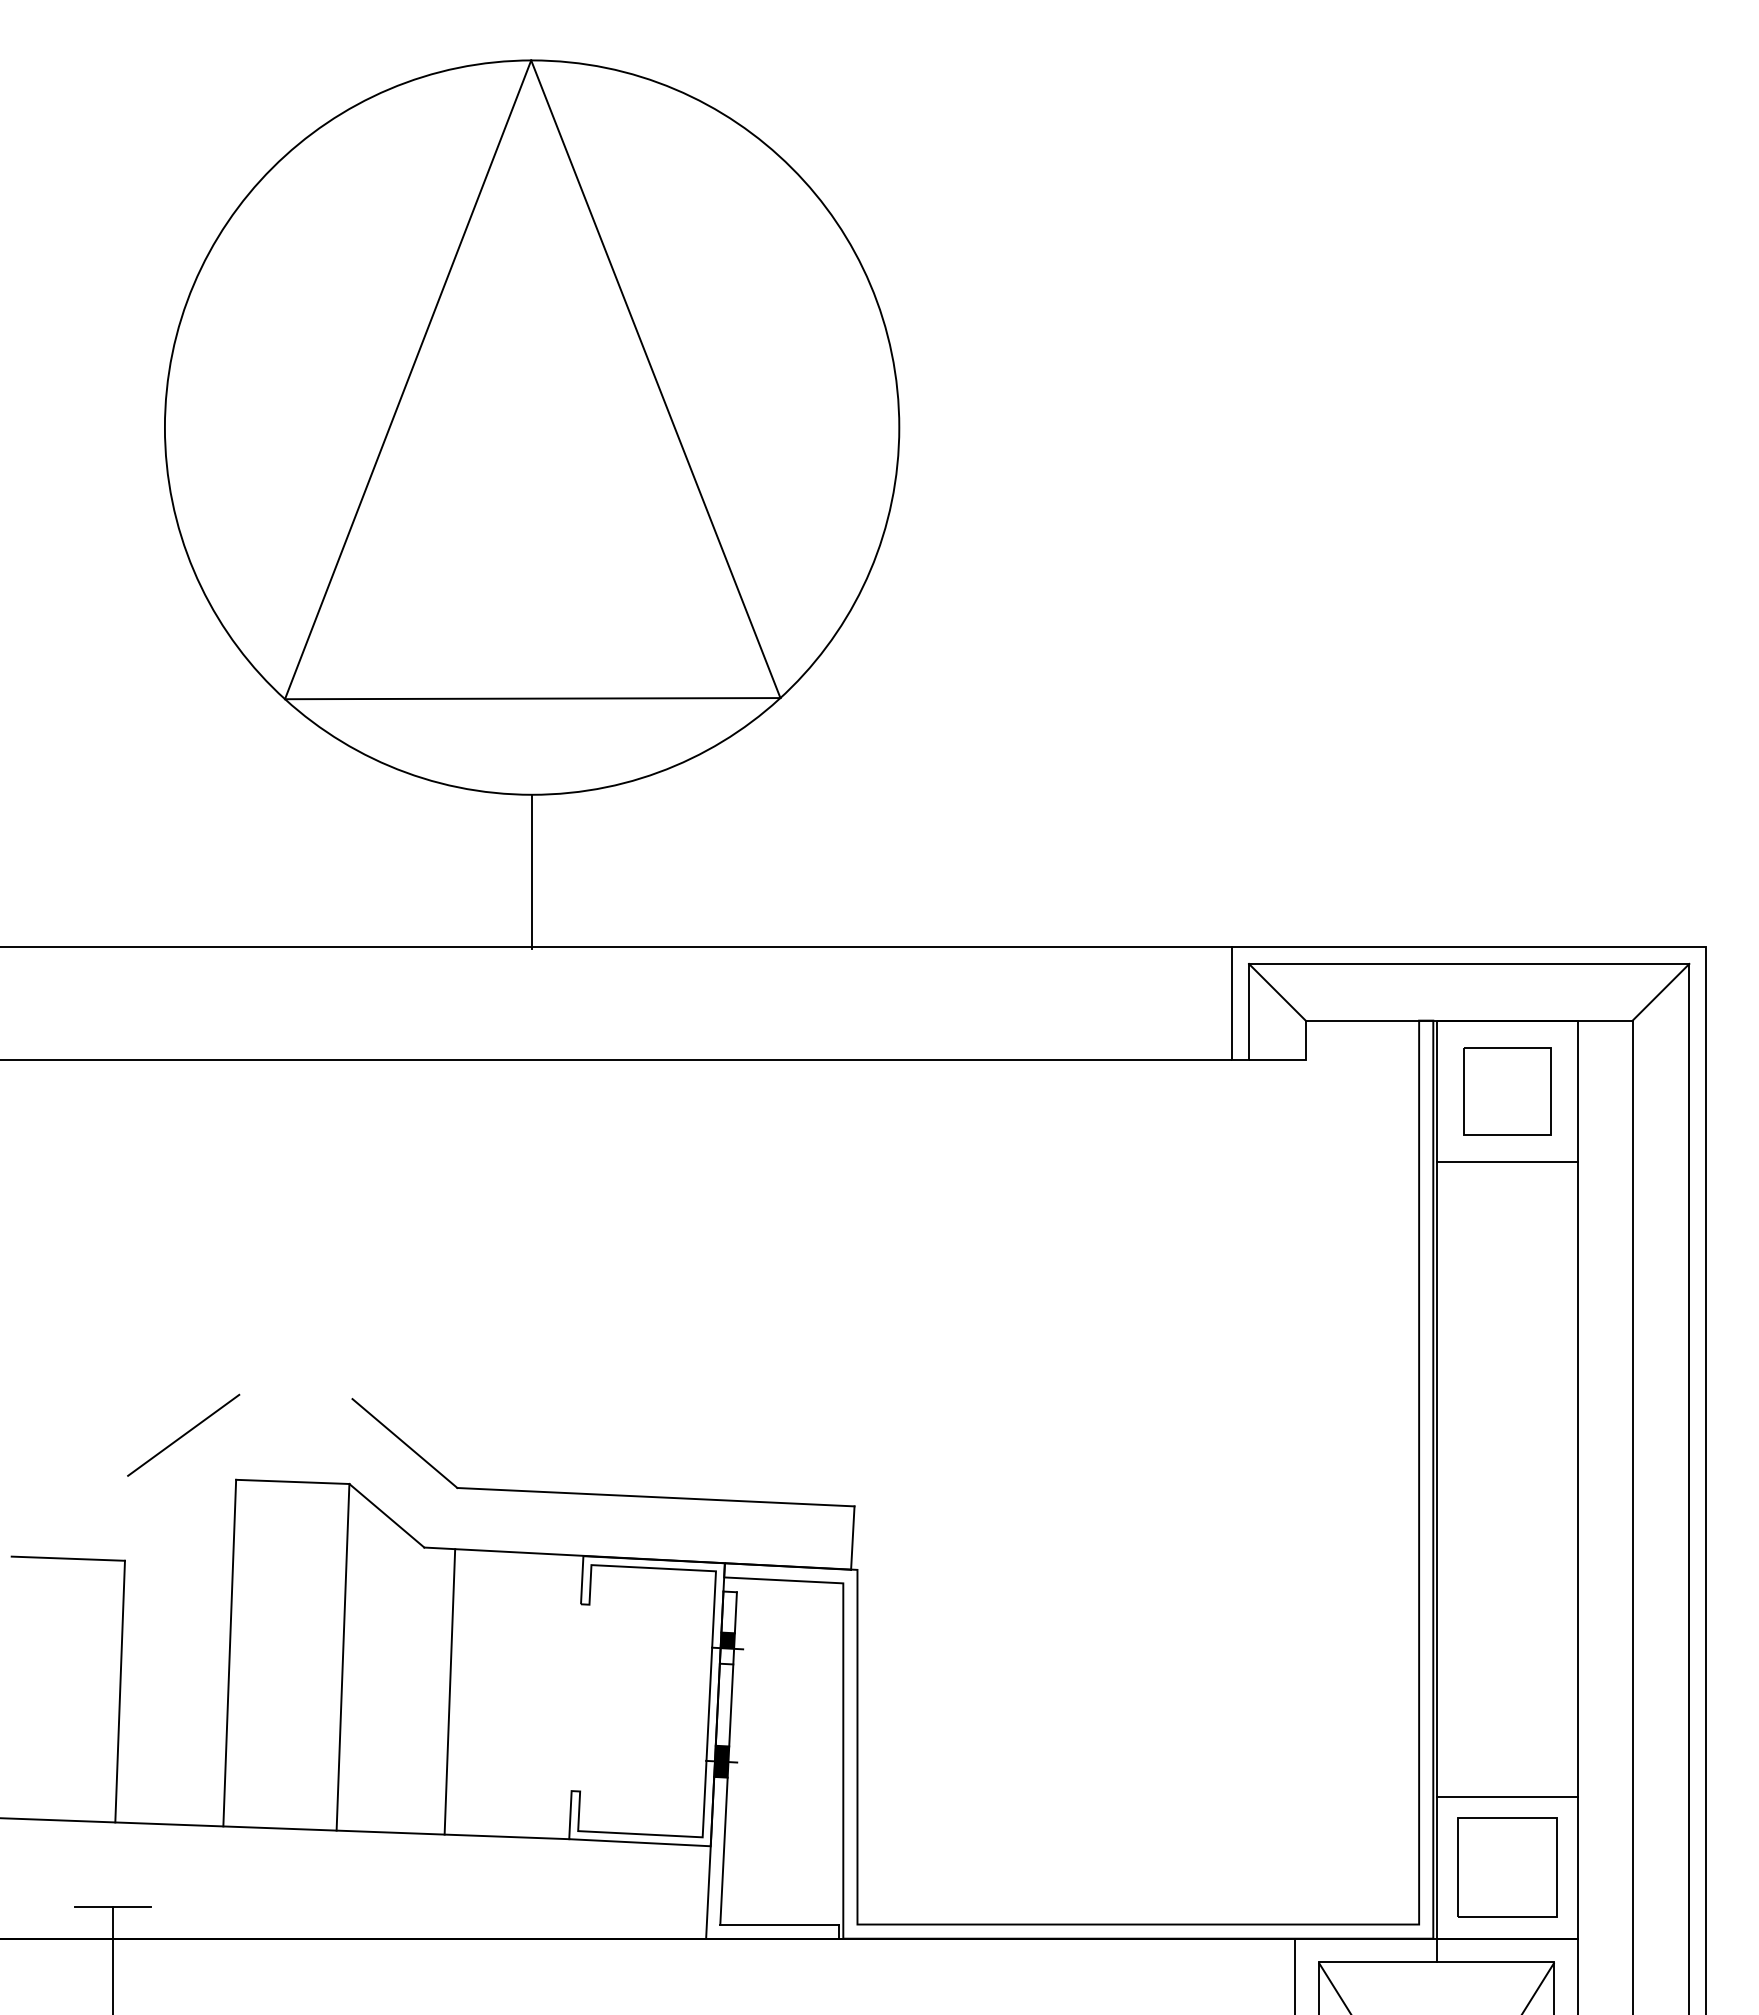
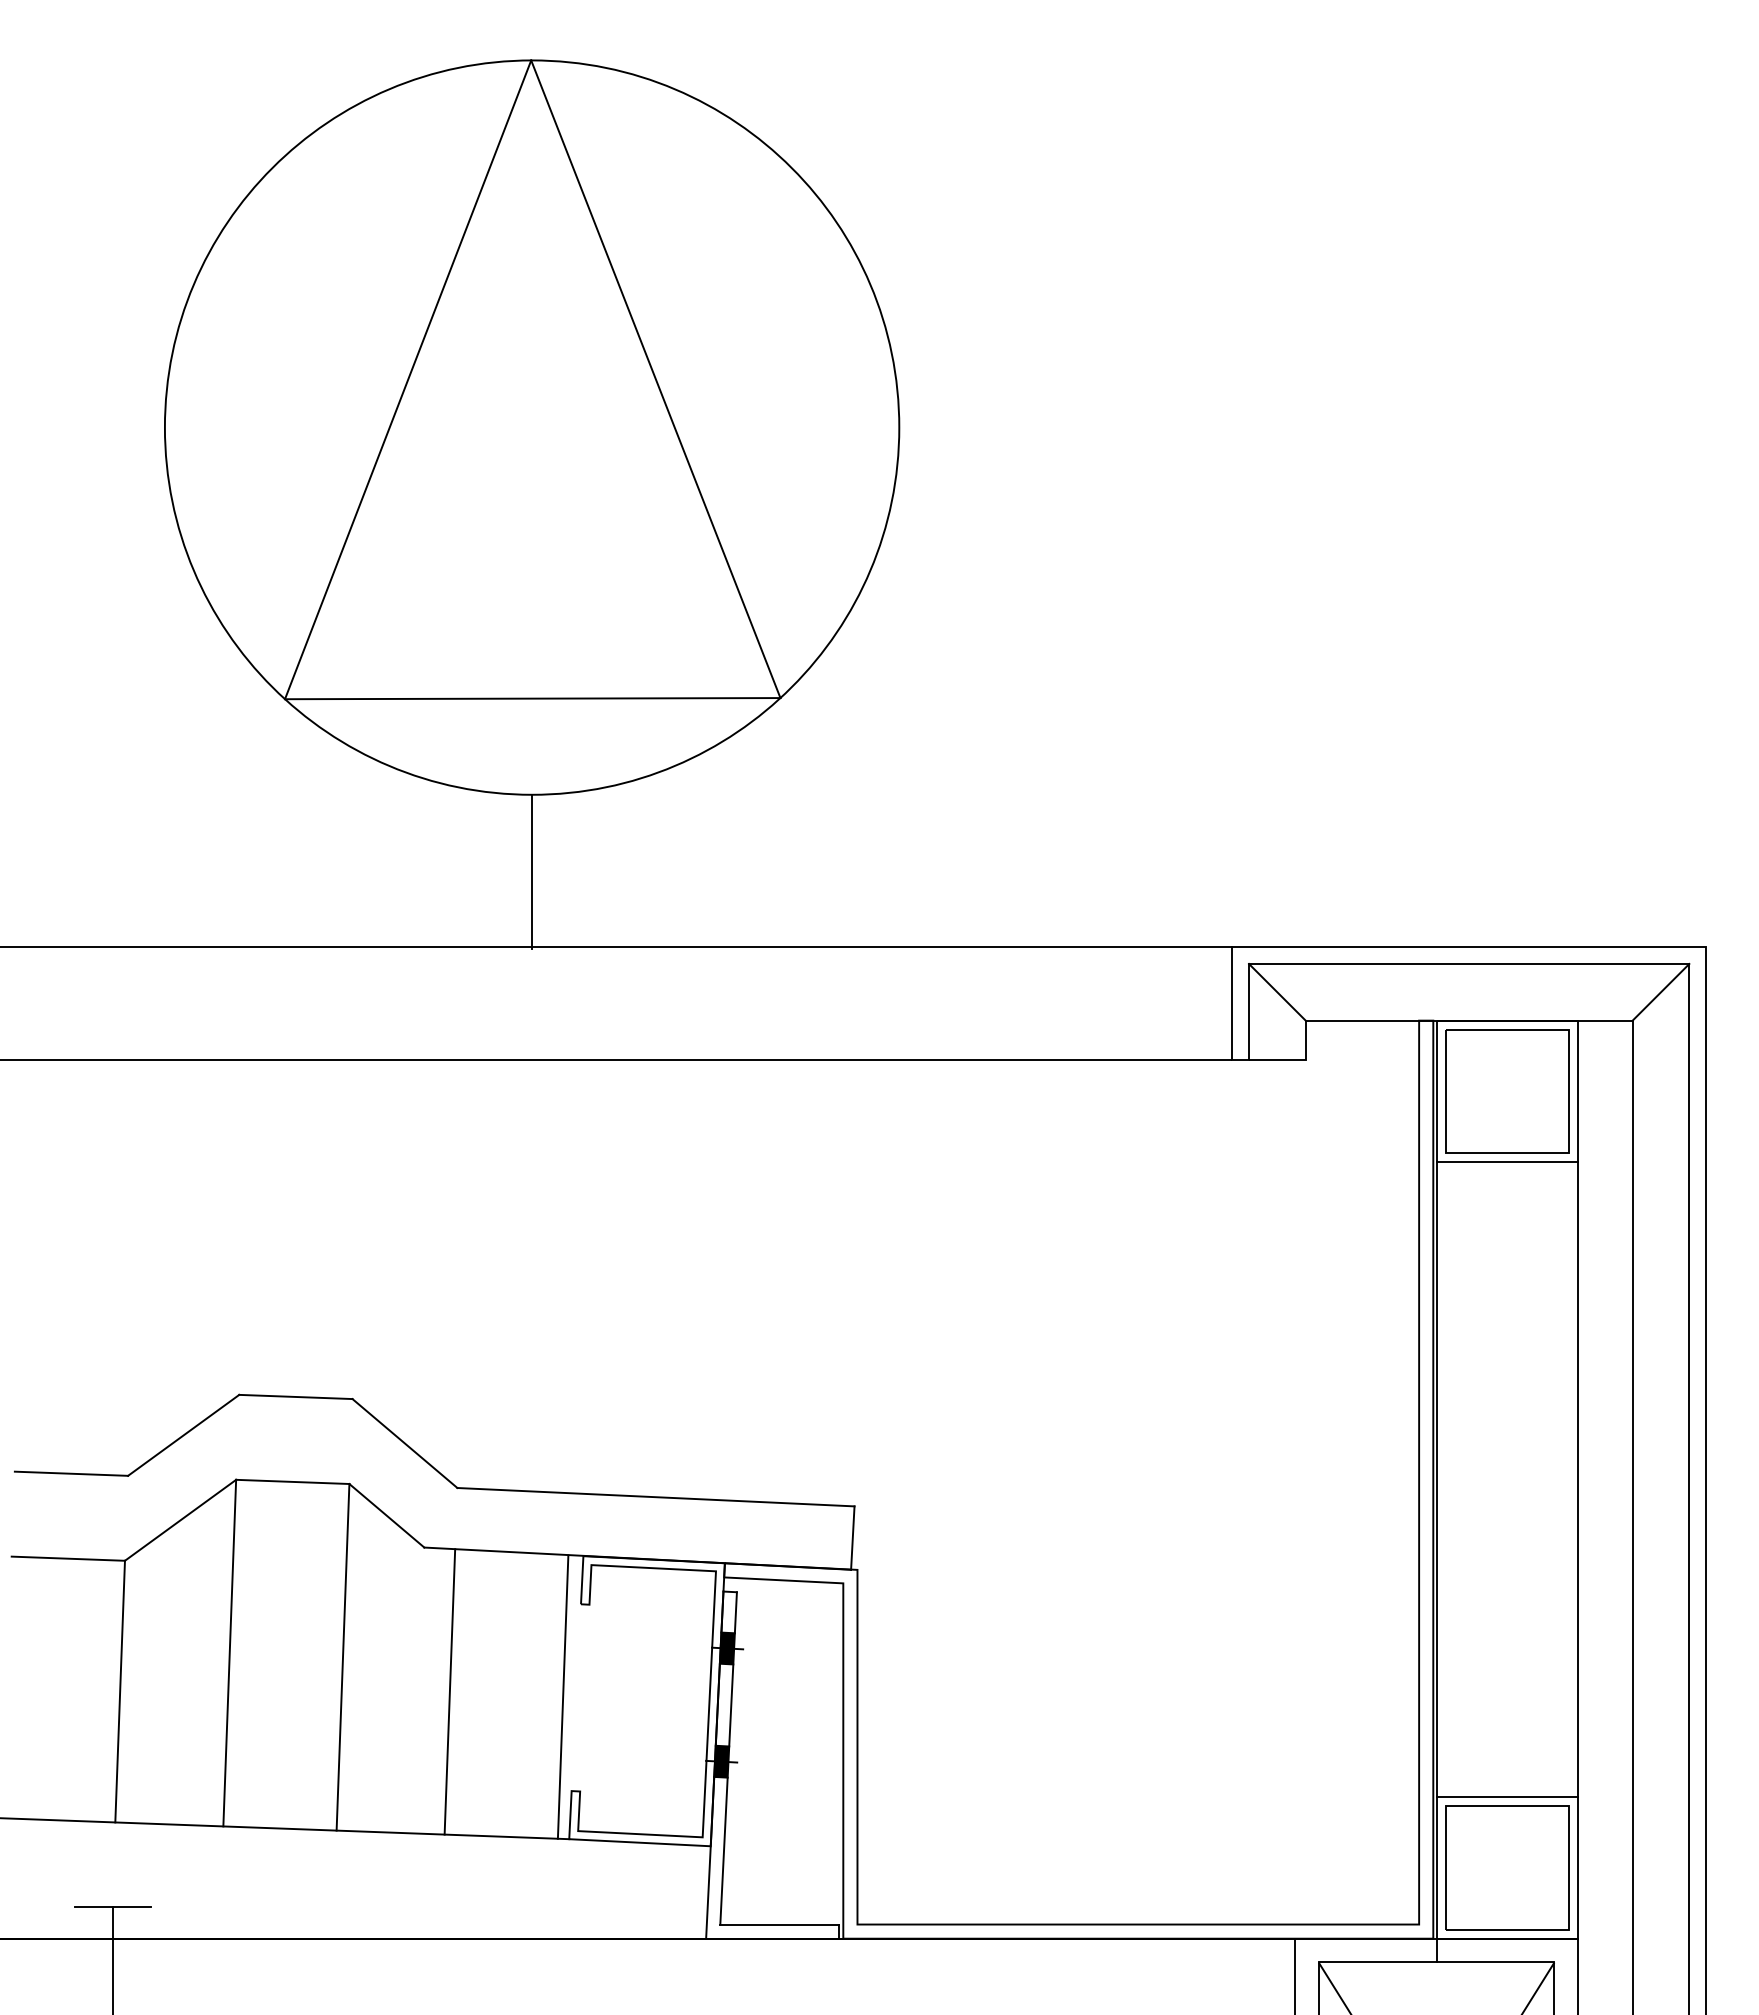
part at (1507, 1091) size: 89x89 px -> 125x125 px
line at (295, 1396): none -> present
line at (71, 1473): none -> present
line at (180, 1519): none -> present
fill at (726, 1656): none -> present
line at (562, 1696): none -> present
part at (1507, 1867) size: 101x101 px -> 125x126 px
